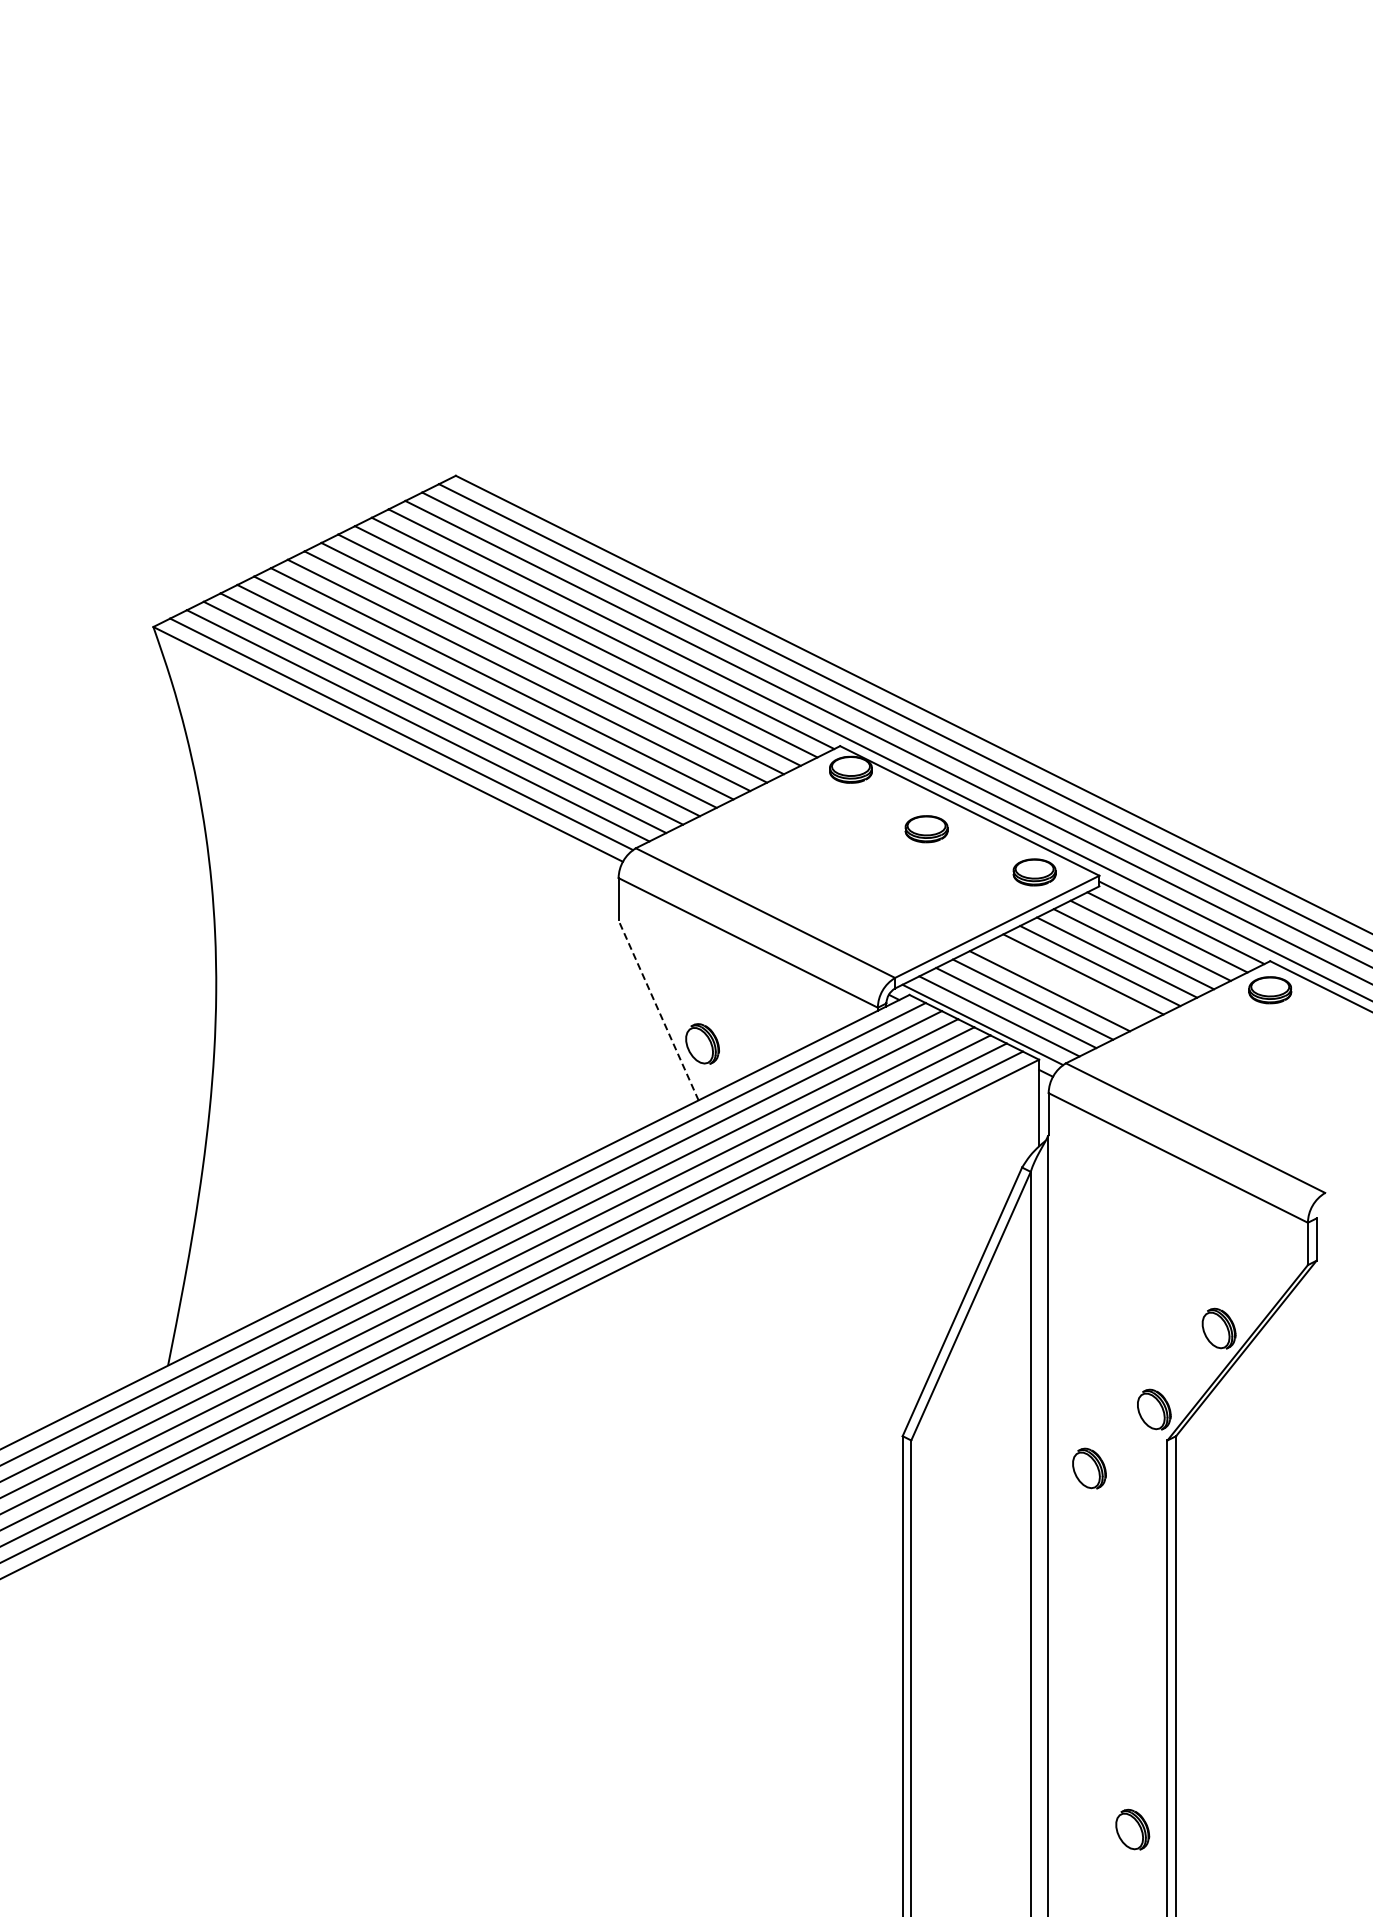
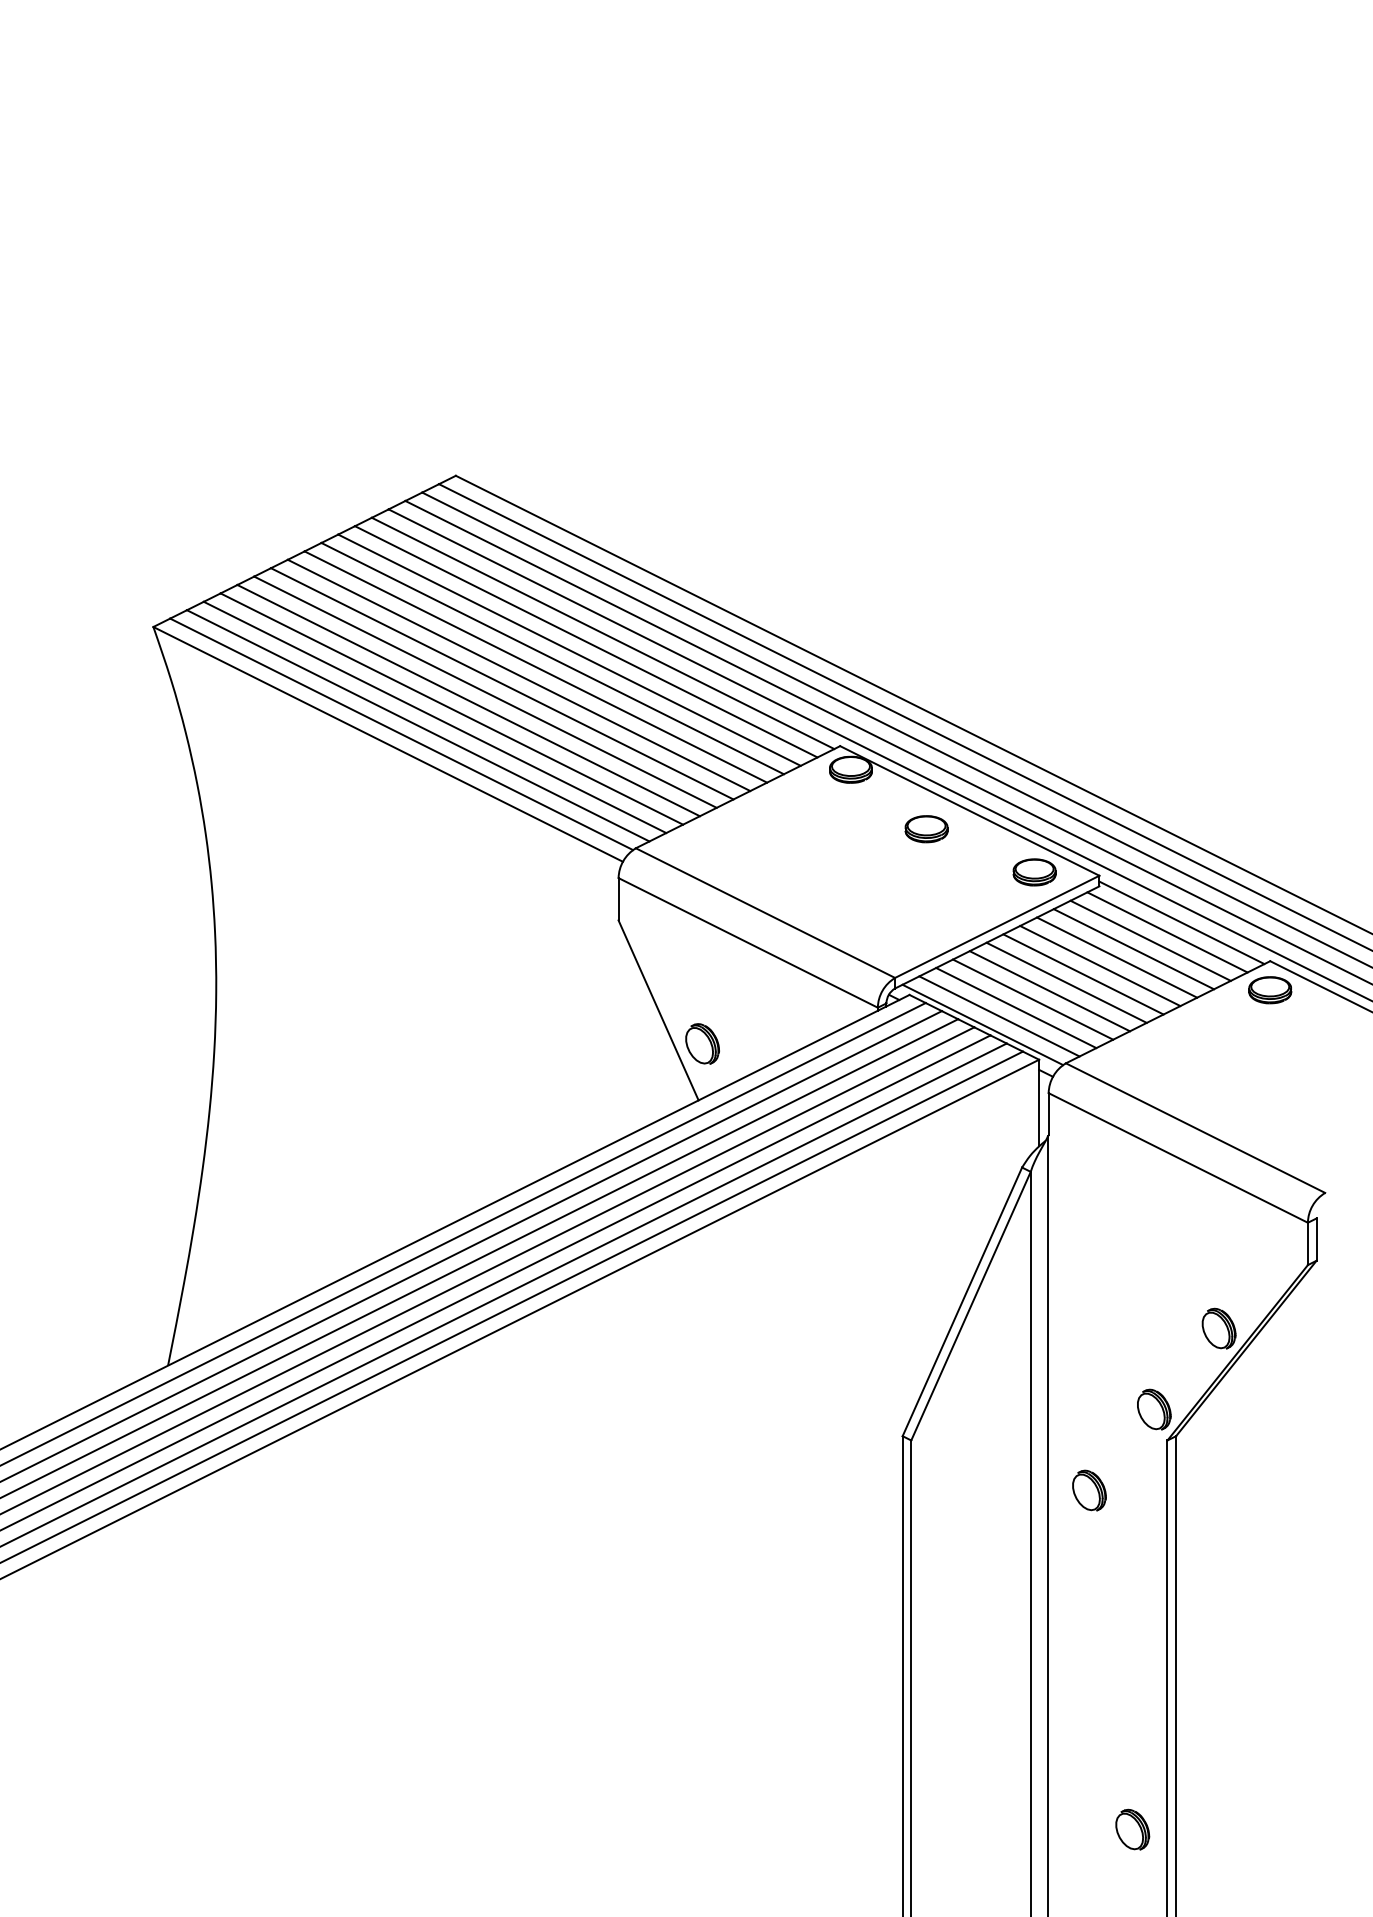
line at (1066, 982): none -> present
line at (658, 1009): dashed -> solid
part at (1089, 1468) position: (1089, 1468) -> (1089, 1490)
